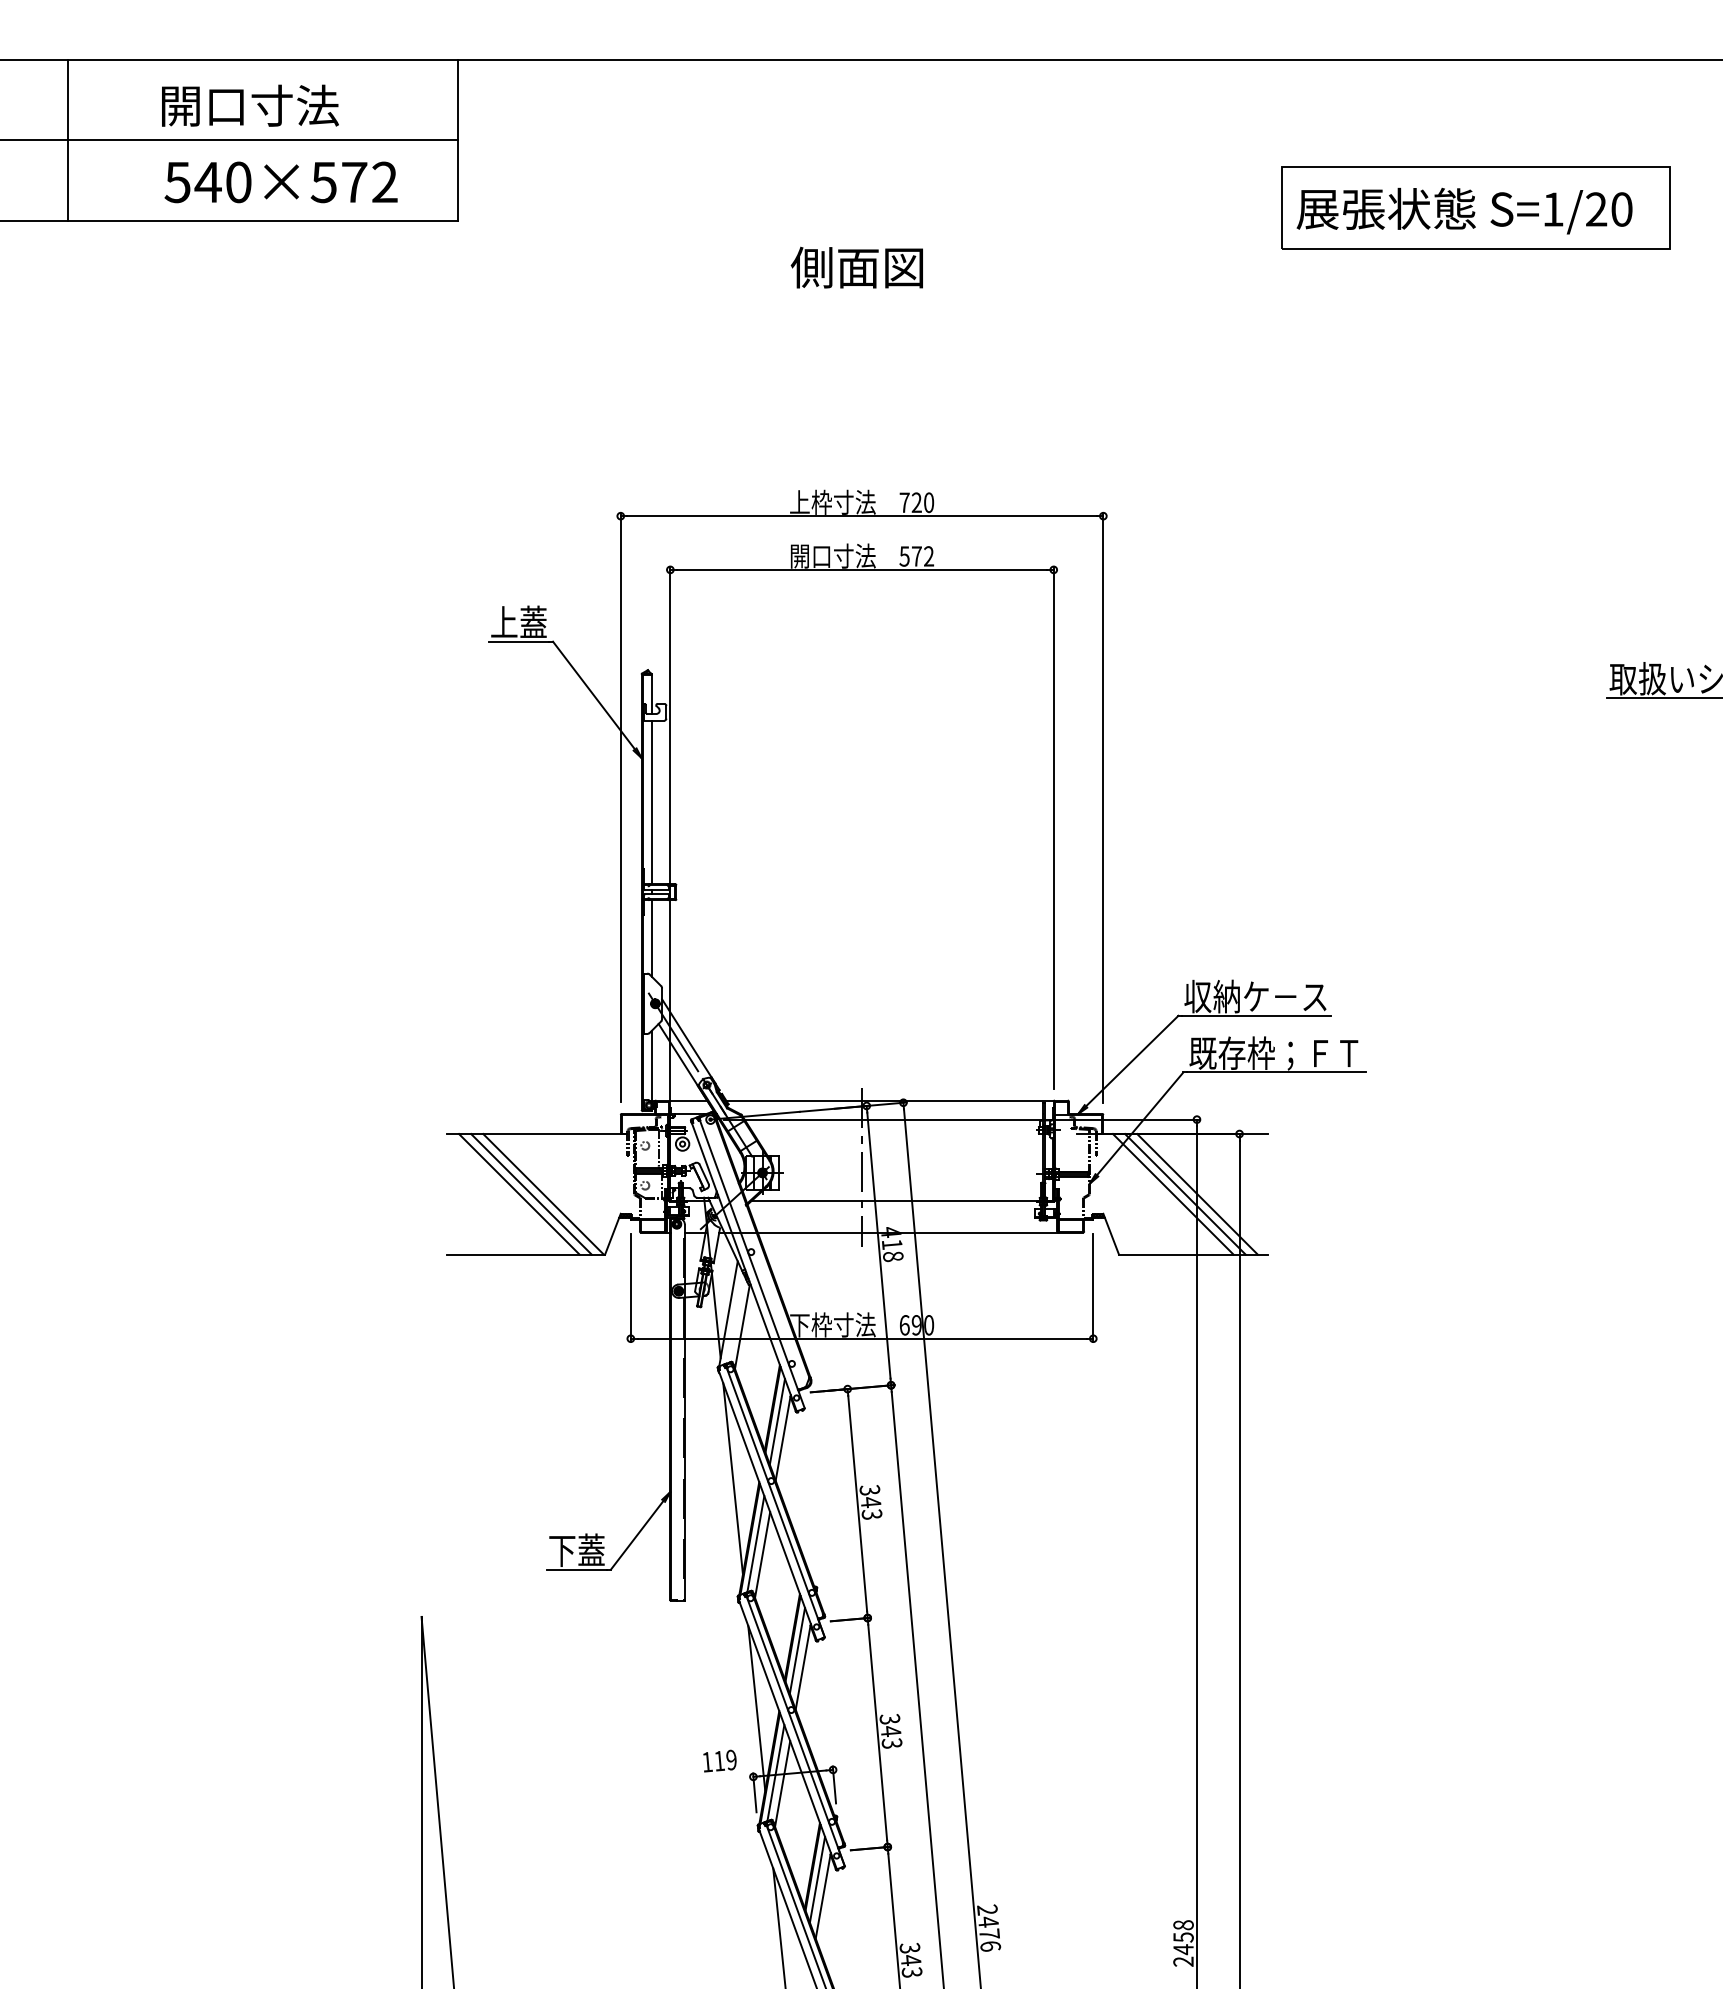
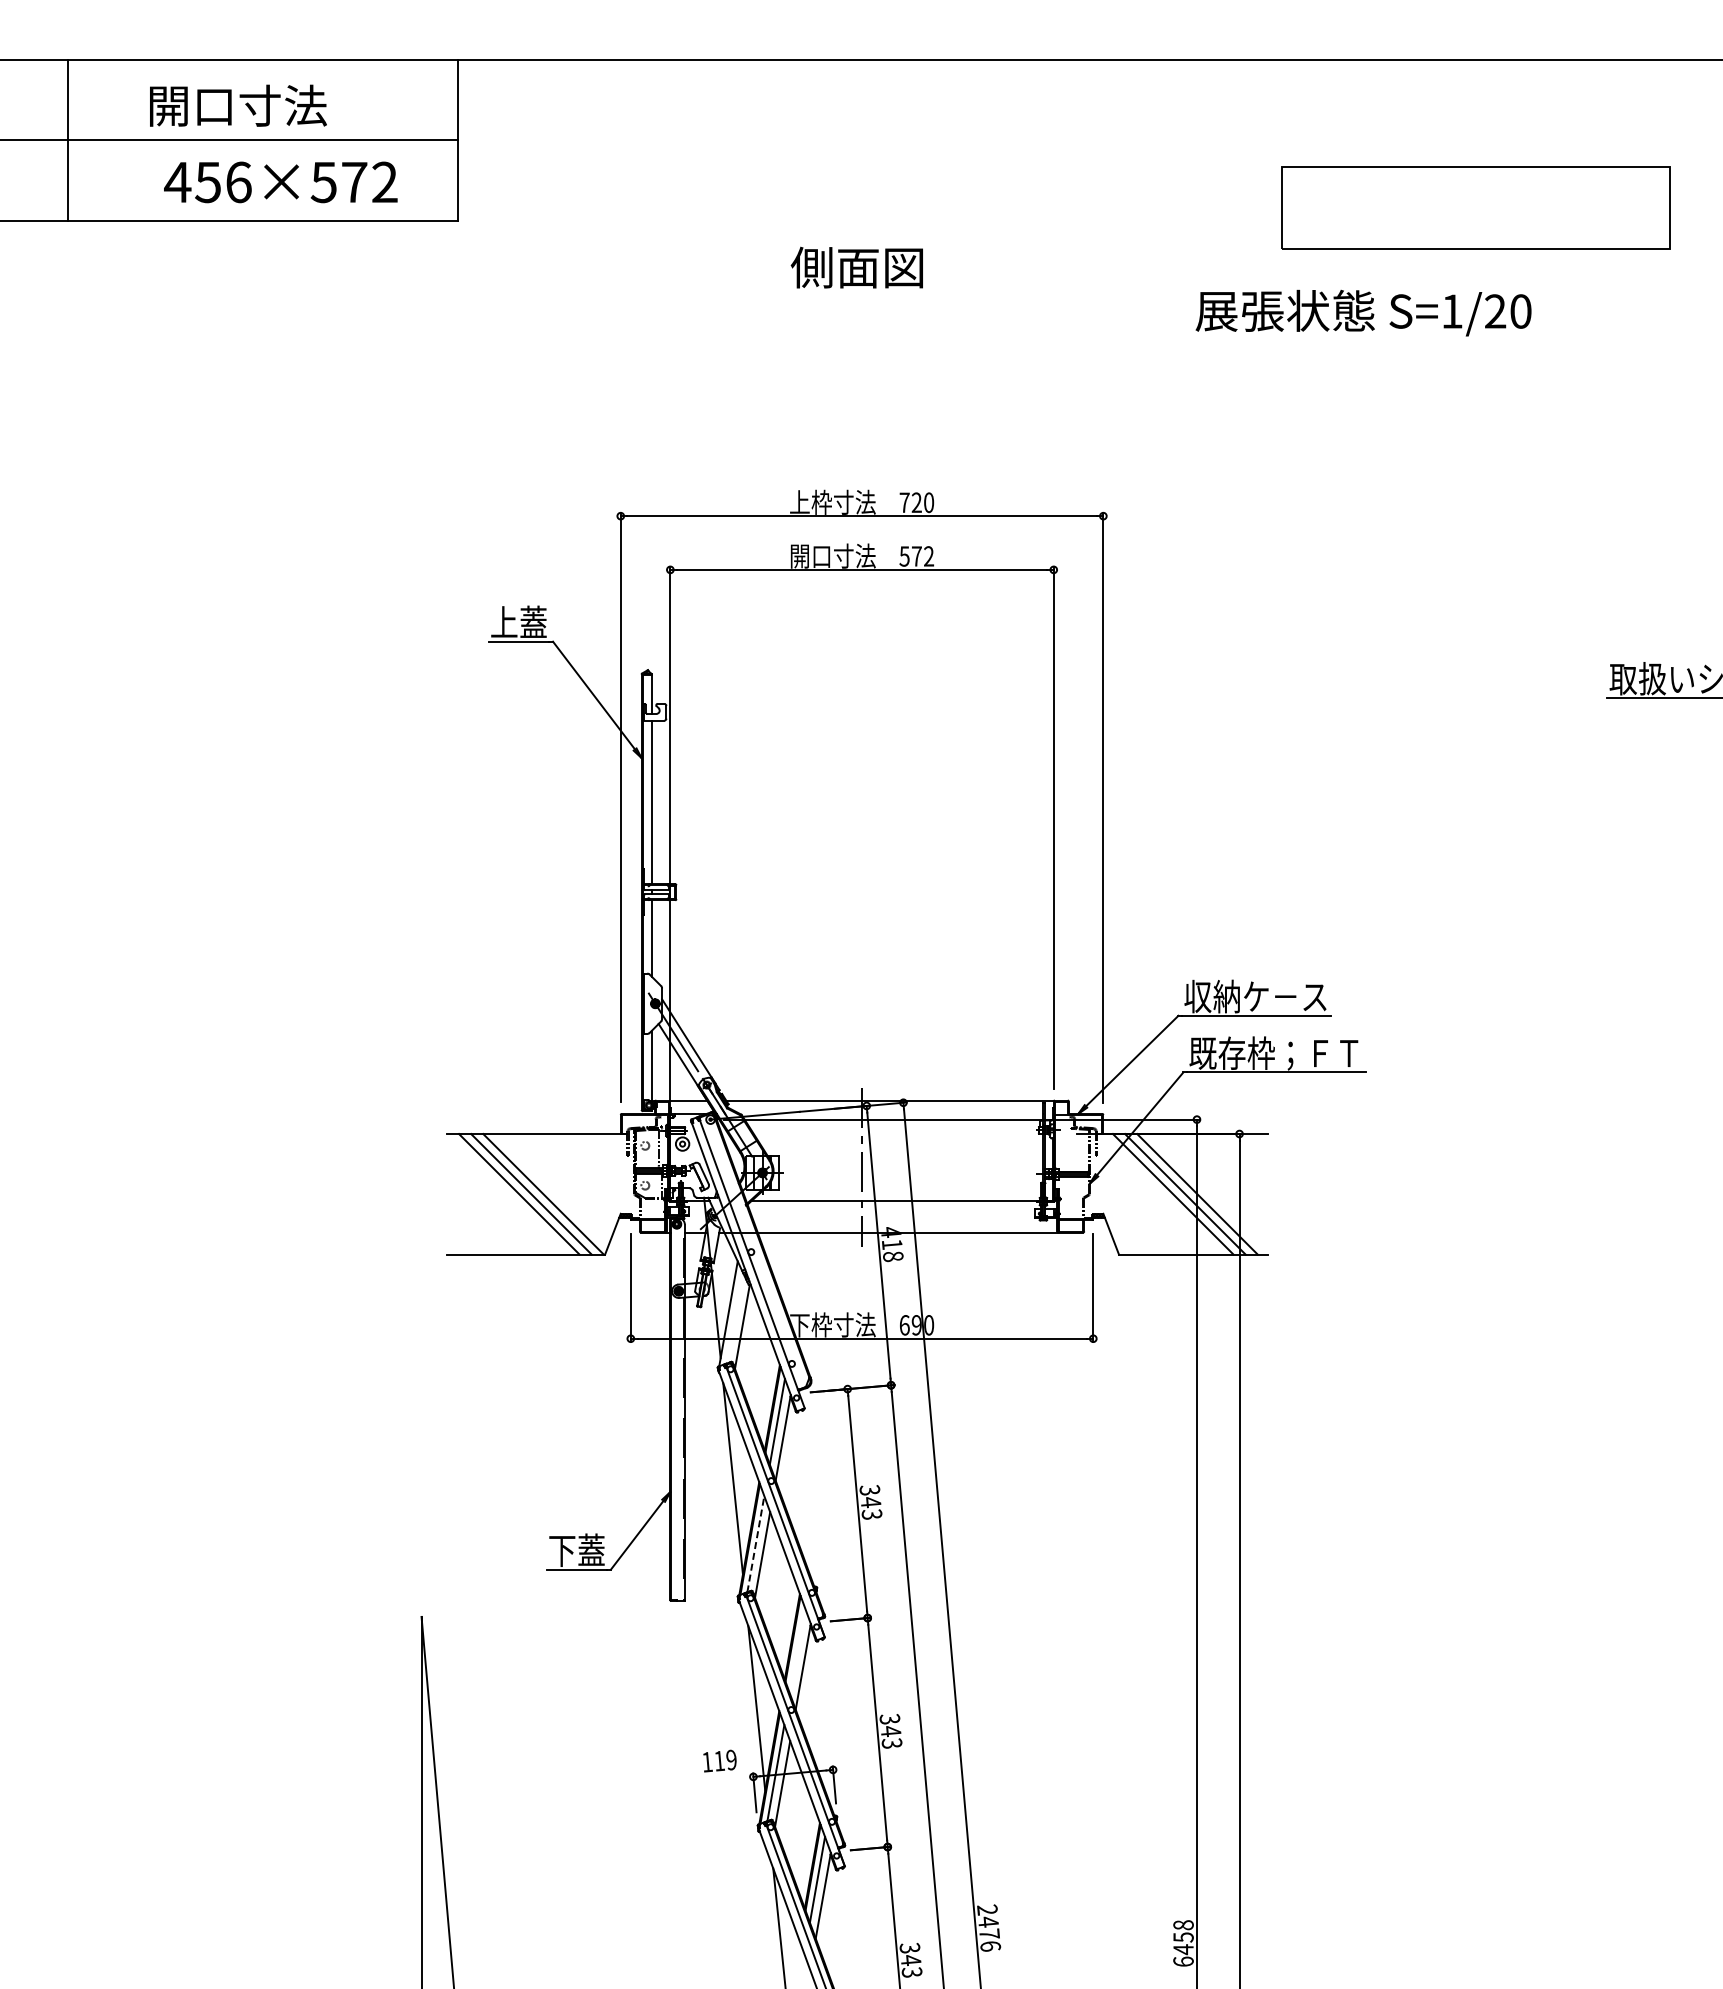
text at (250, 105) position: (250, 105) -> (238, 105)
text at (207, 182): 540×572 -> 456×572
text at (1464, 210) position: (1464, 210) -> (1363, 312)
line at (755, 1544): solid -> dashed
line at (797, 1650): present -> none
text at (1183, 1961): 2458 -> 6458
